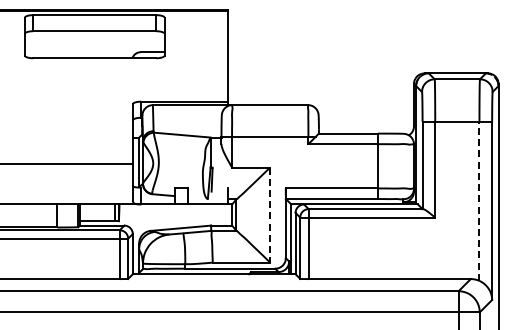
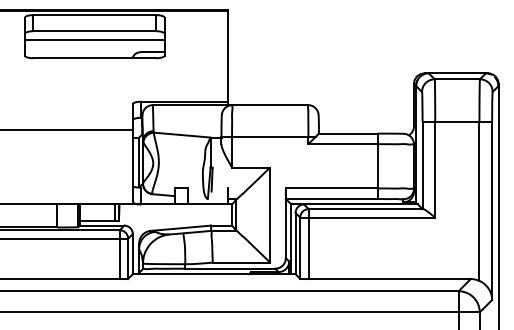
line at (94, 39): none -> present
line at (67, 164) position: (67, 164) -> (67, 130)
line at (479, 201): dashed -> solid
line at (270, 215): dashed -> solid
